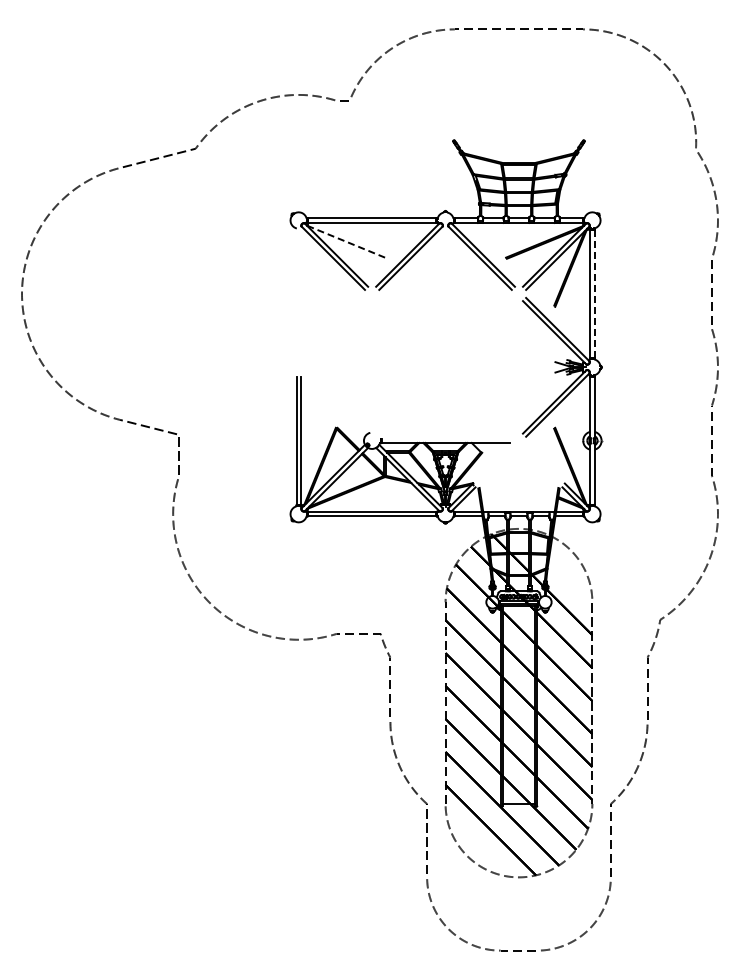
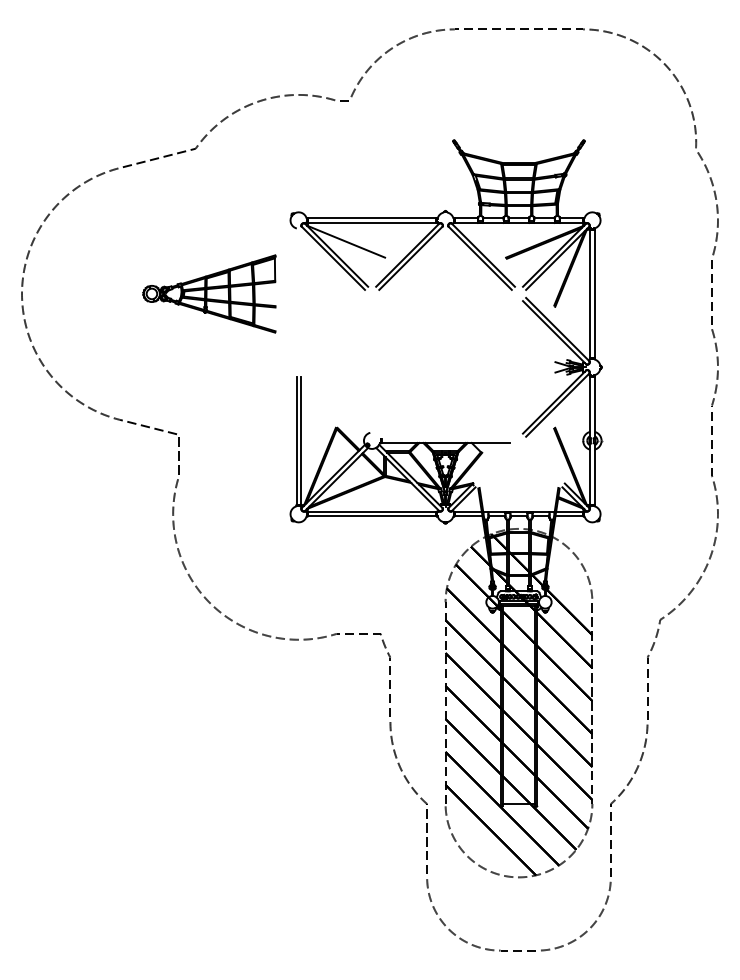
line at (345, 241): dashed -> solid
part at (209, 293): none -> present
line at (594, 293): dashed -> solid
